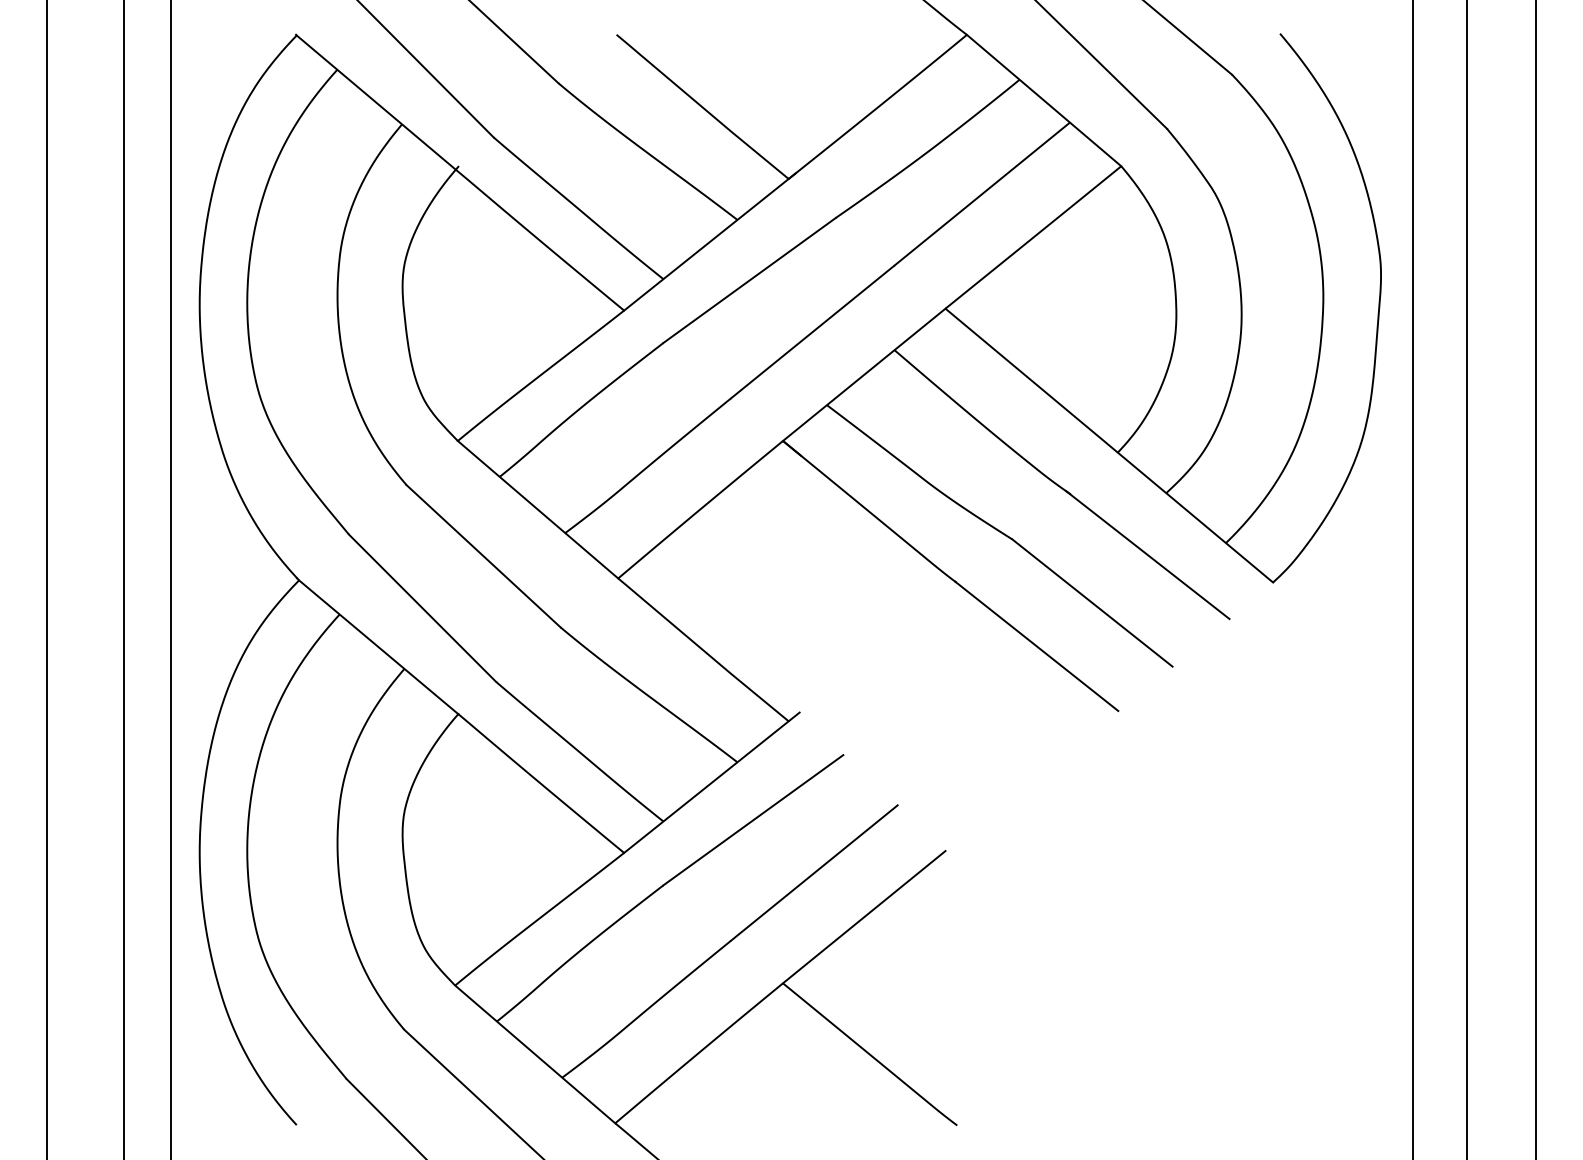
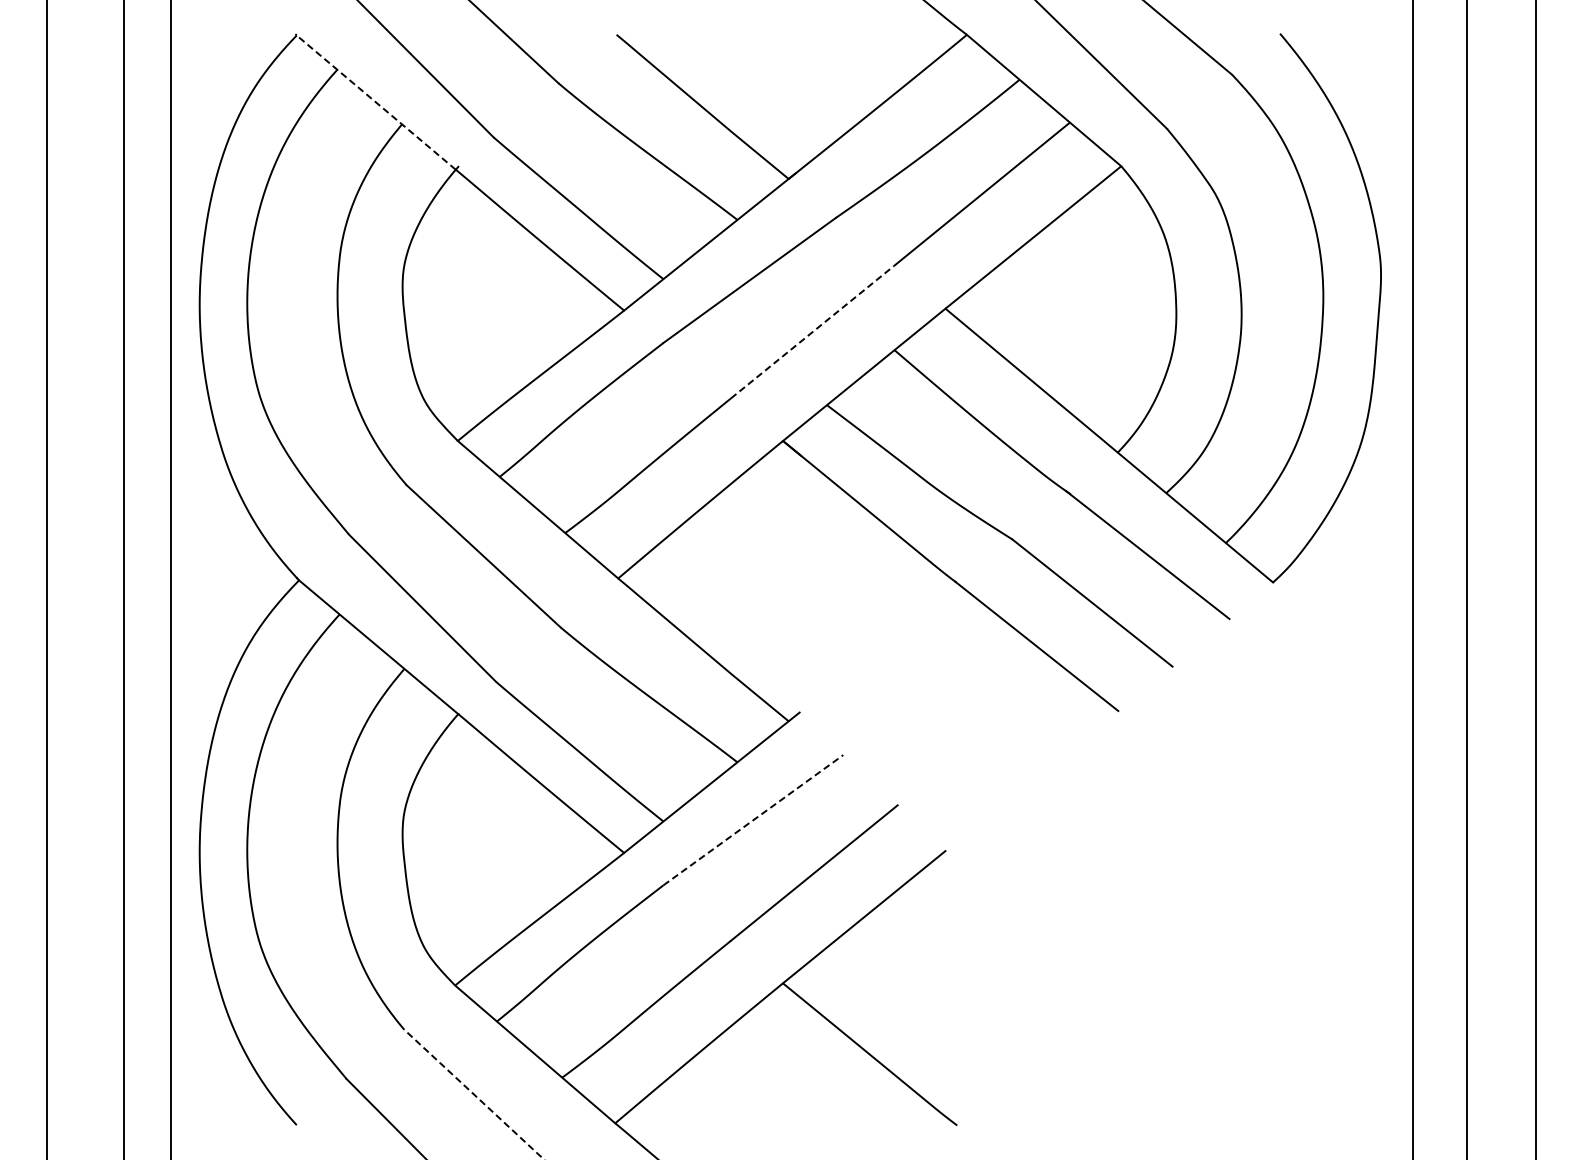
line at (375, 102): solid -> dashed
line at (812, 331): solid -> dashed
line at (753, 819): solid -> dashed
line at (474, 1094): solid -> dashed
